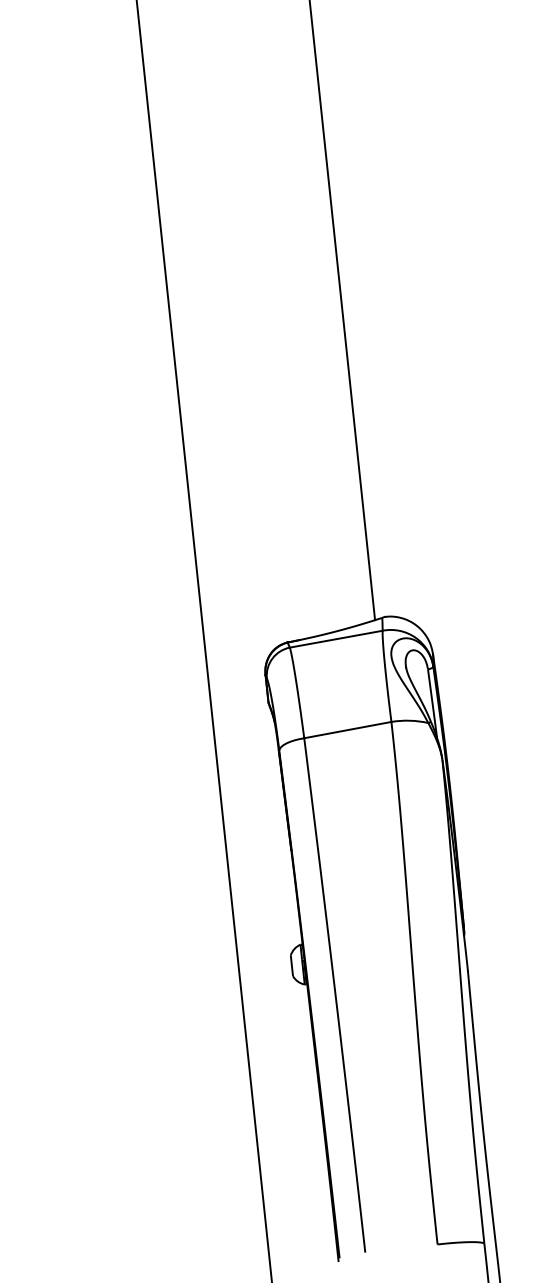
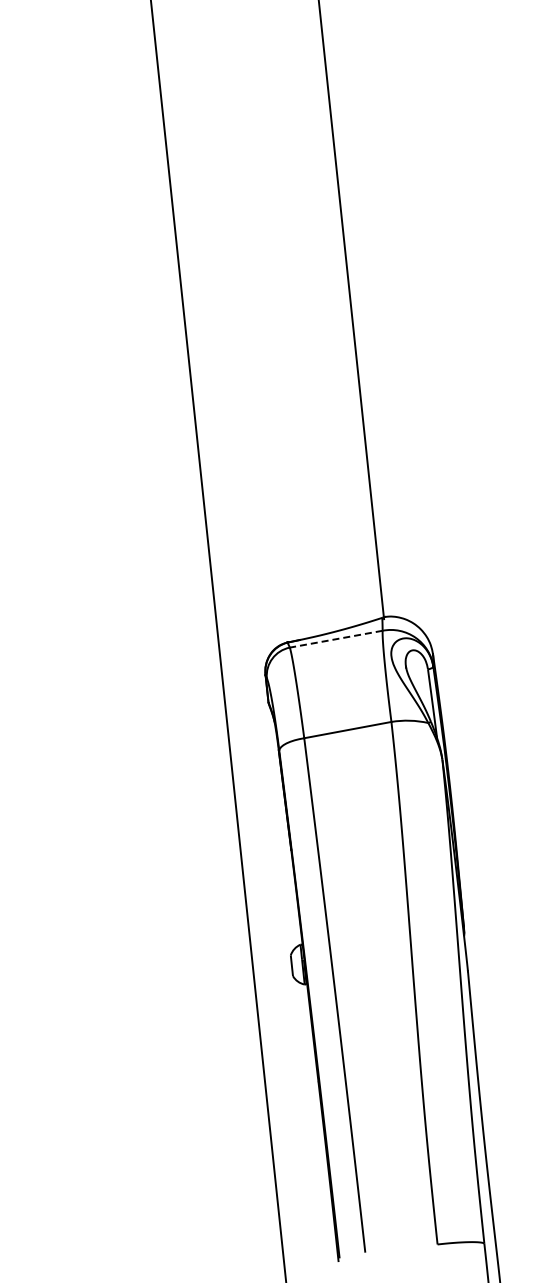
line at (342, 311) position: (342, 311) -> (351, 310)
line at (335, 639): solid -> dashed
line at (203, 640) position: (203, 640) -> (218, 640)
